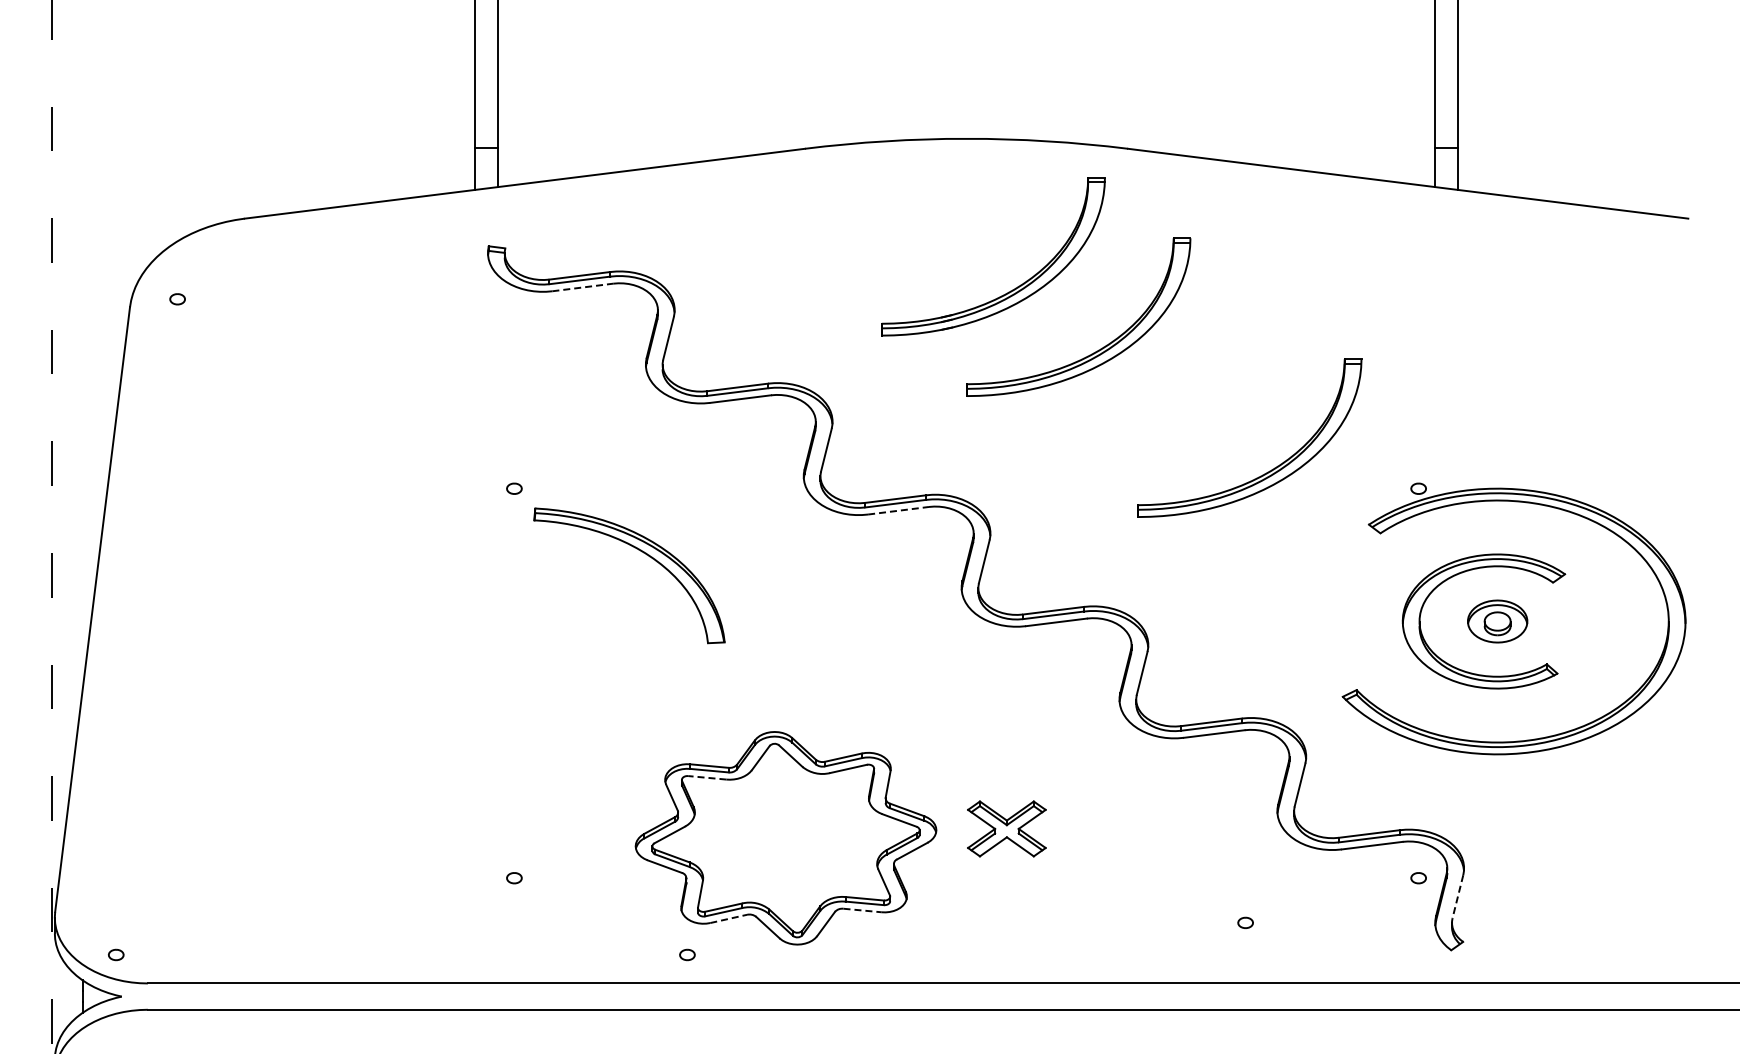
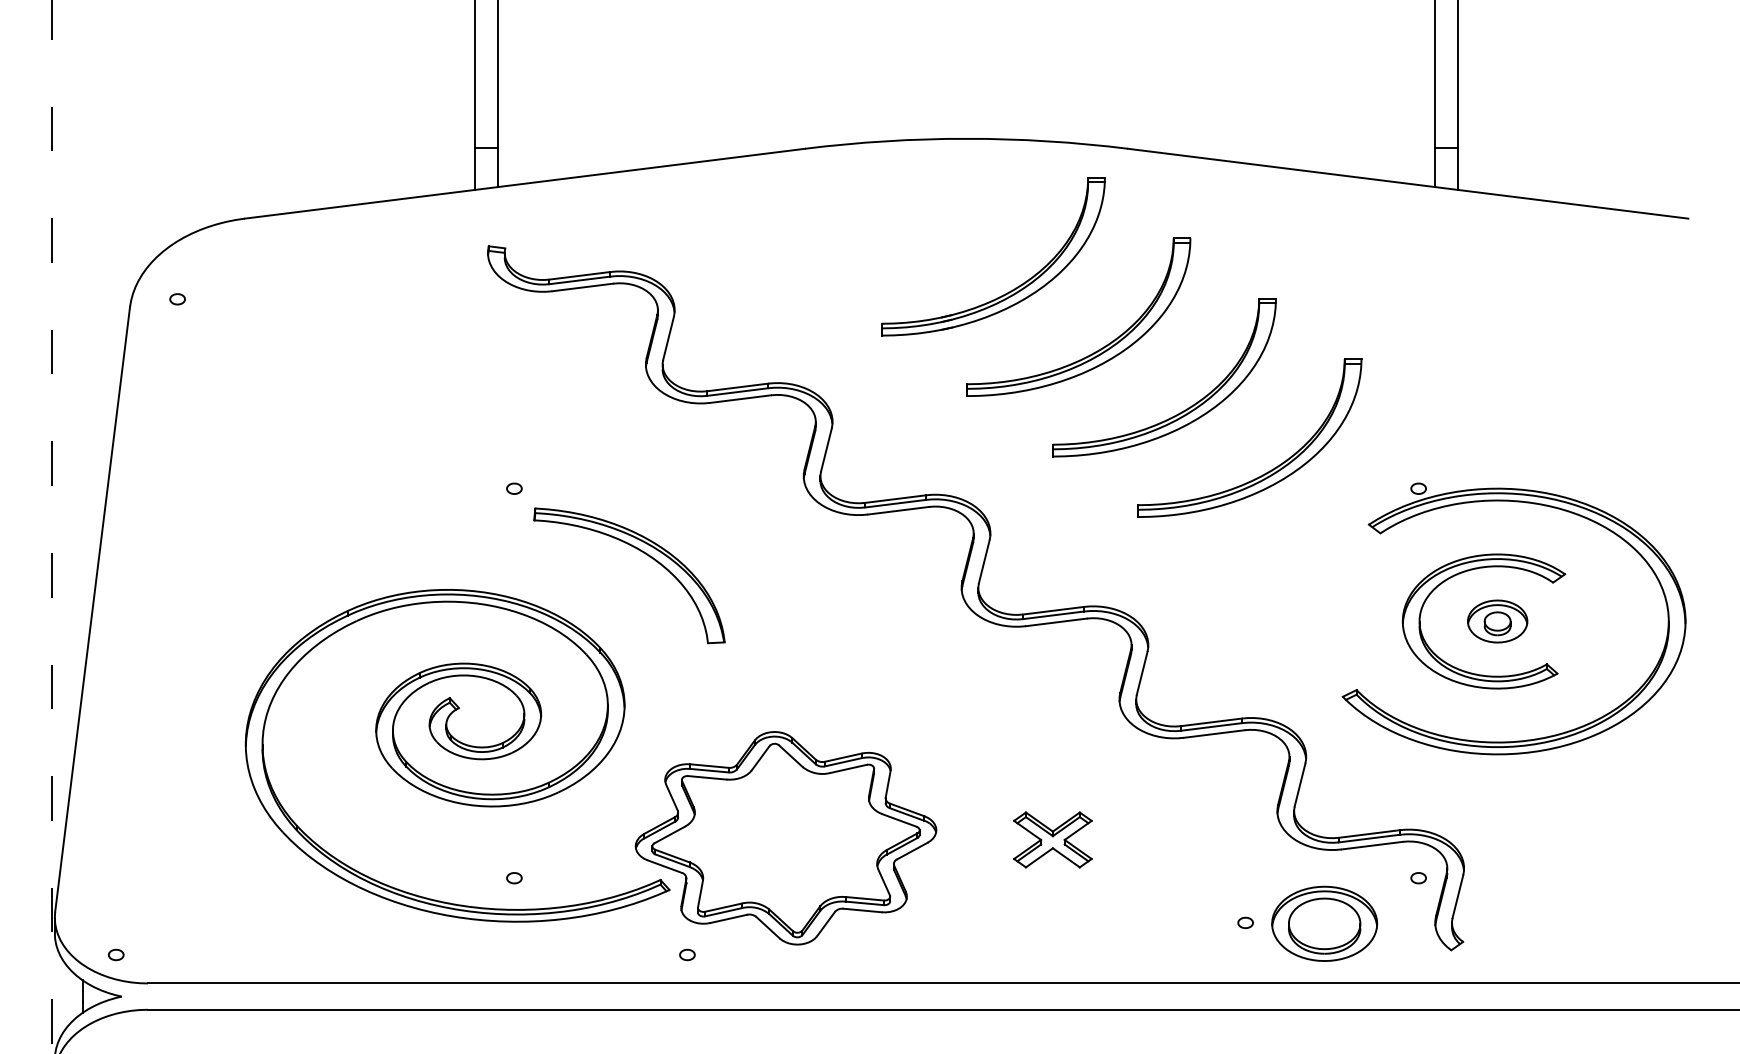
line at (582, 287): dashed -> solid
part at (1186, 408): none -> present
line at (898, 510): dashed -> solid
part at (457, 755): none -> present
line at (706, 777): dashed -> solid
part at (1006, 828) position: (1006, 828) -> (1052, 839)
line at (1457, 897): dashed -> solid
line at (863, 910): dashed -> solid
line at (728, 918): dashed -> solid
part at (1324, 923): none -> present
